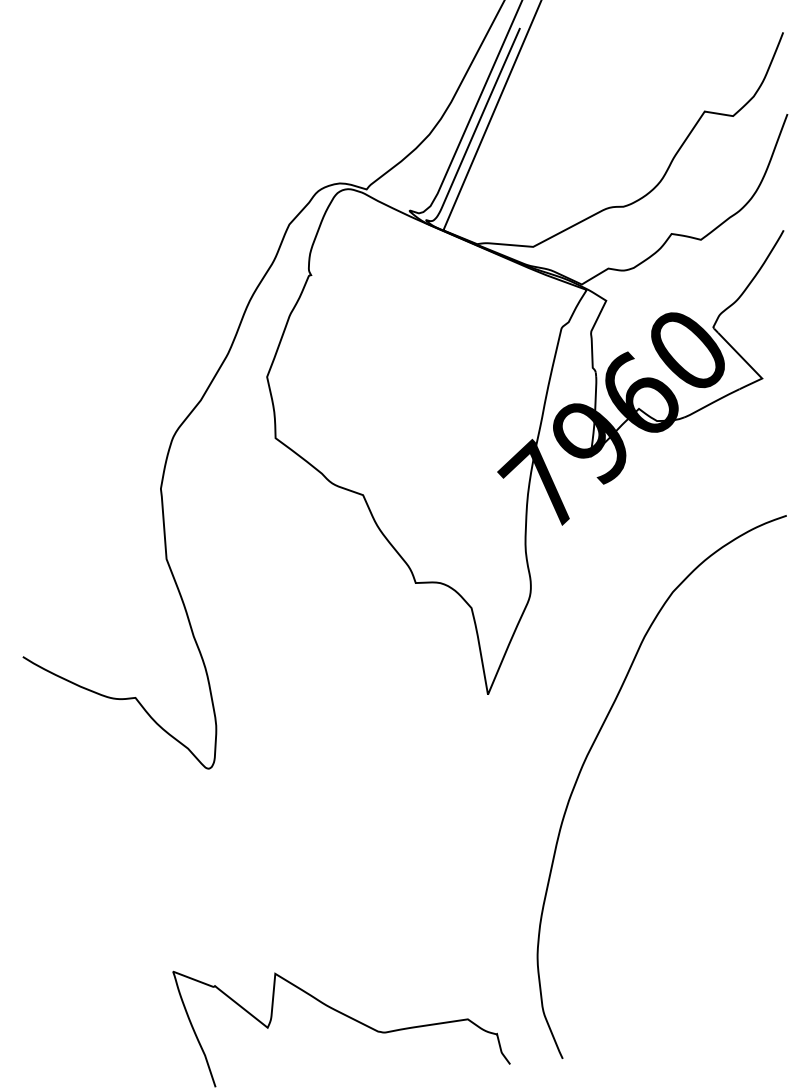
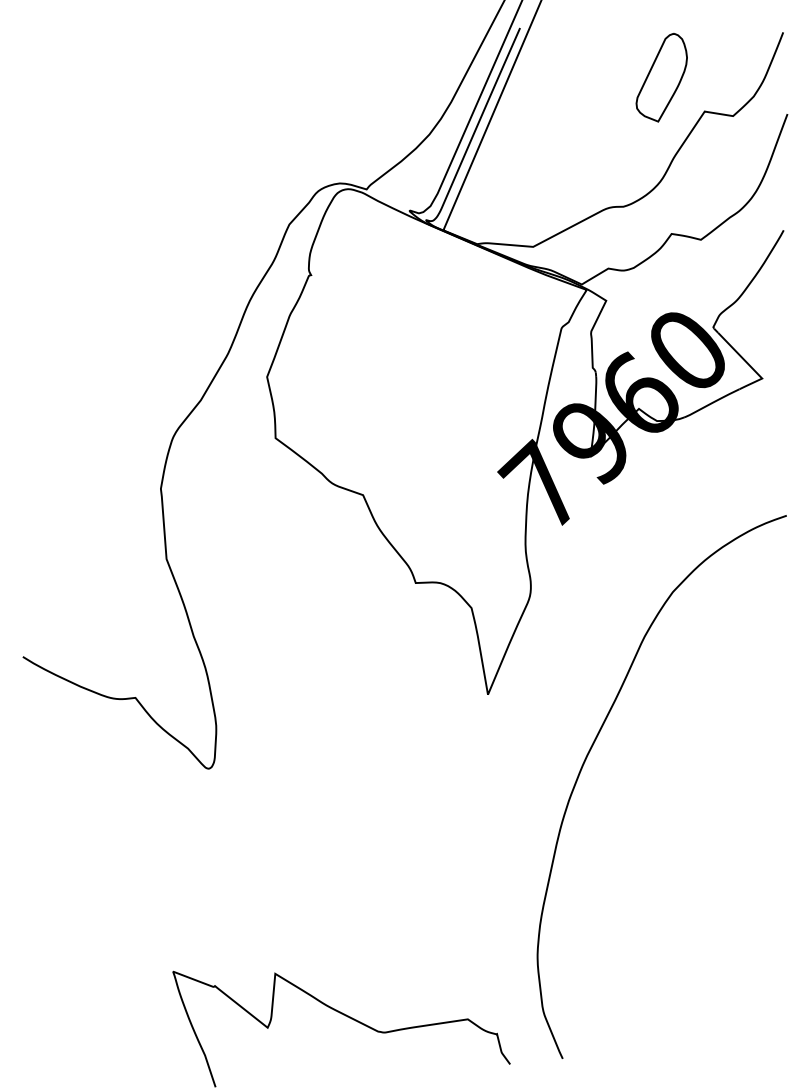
part at (661, 77): none -> present
